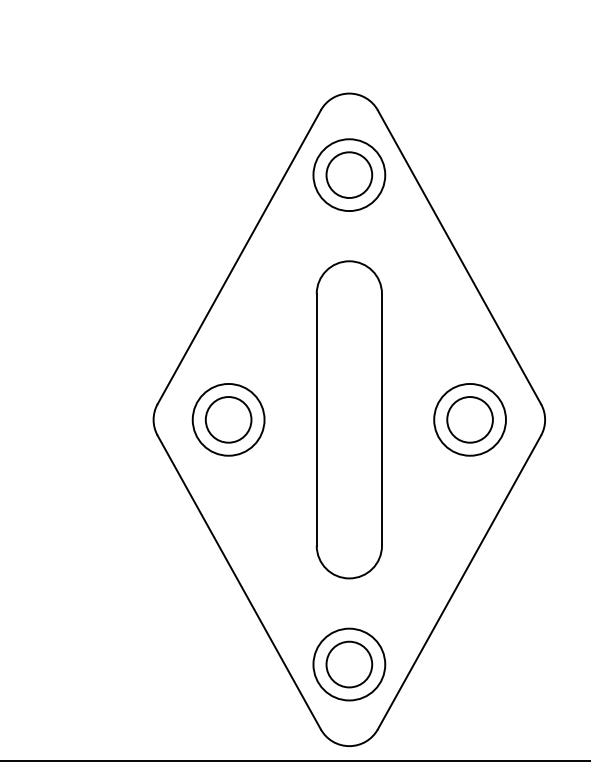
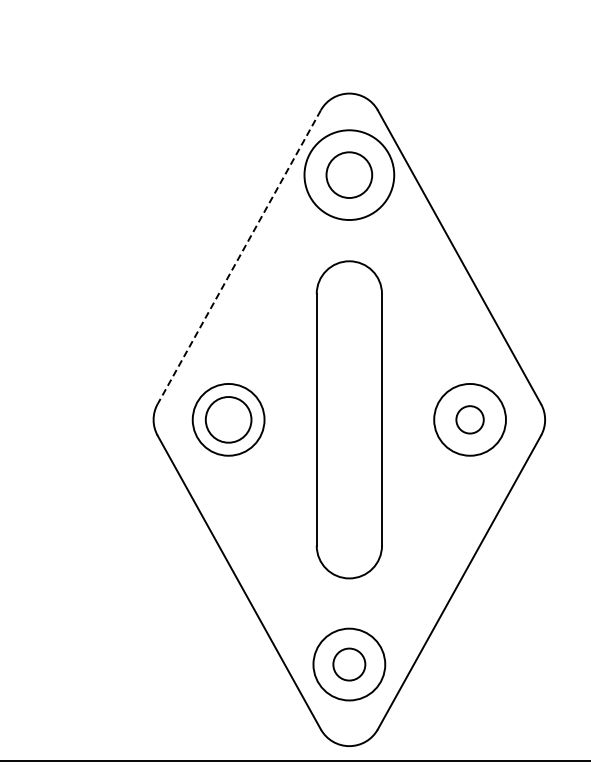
circle at (349, 175) diameter: 72 px -> 90 px
line at (239, 257): solid -> dashed
circle at (469, 419) diameter: 46 px -> 27 px
circle at (349, 664) diameter: 46 px -> 32 px
